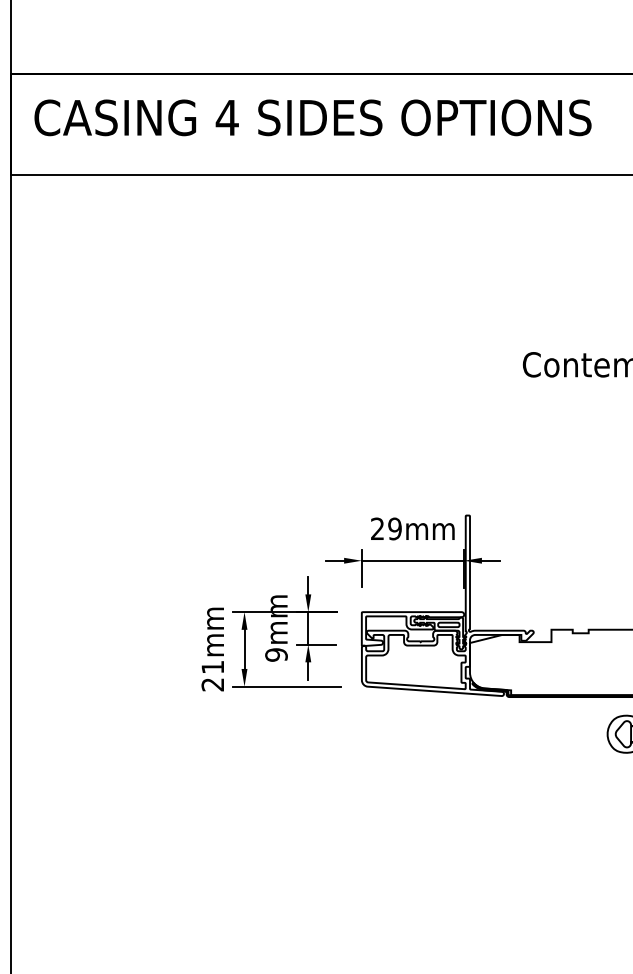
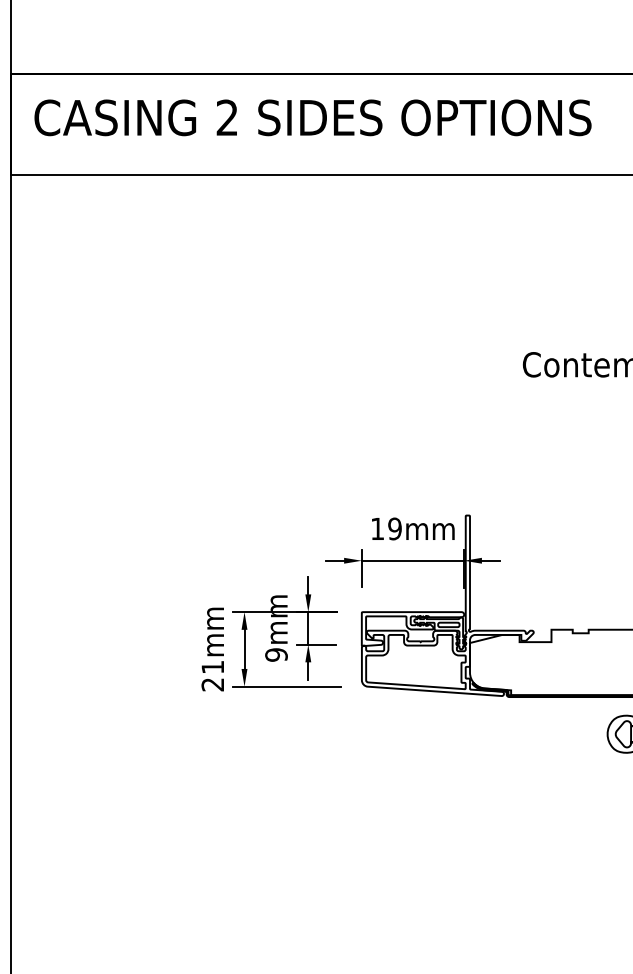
text at (226, 117): 4 -> 2
text at (377, 528): 29mm -> 19mm
